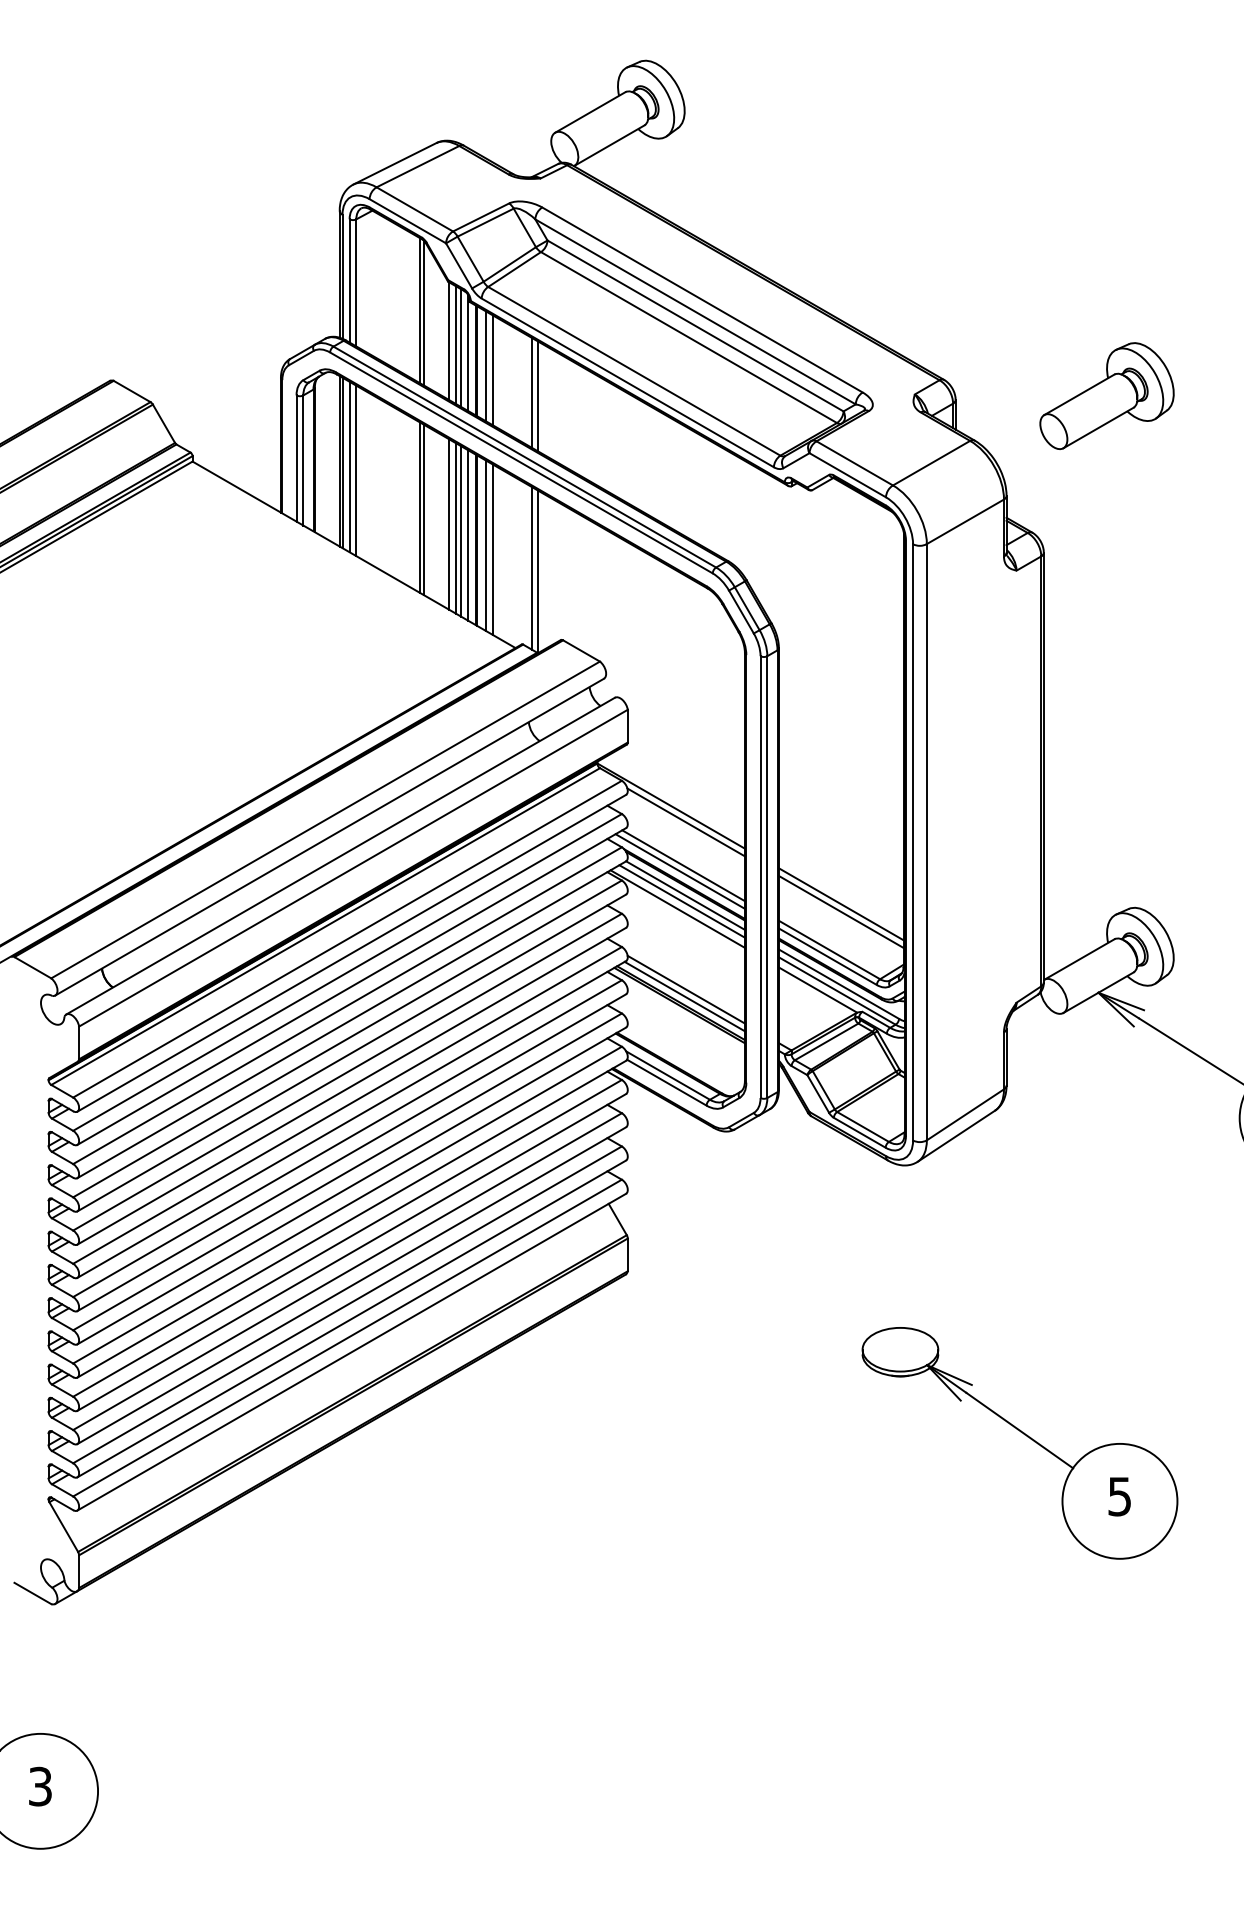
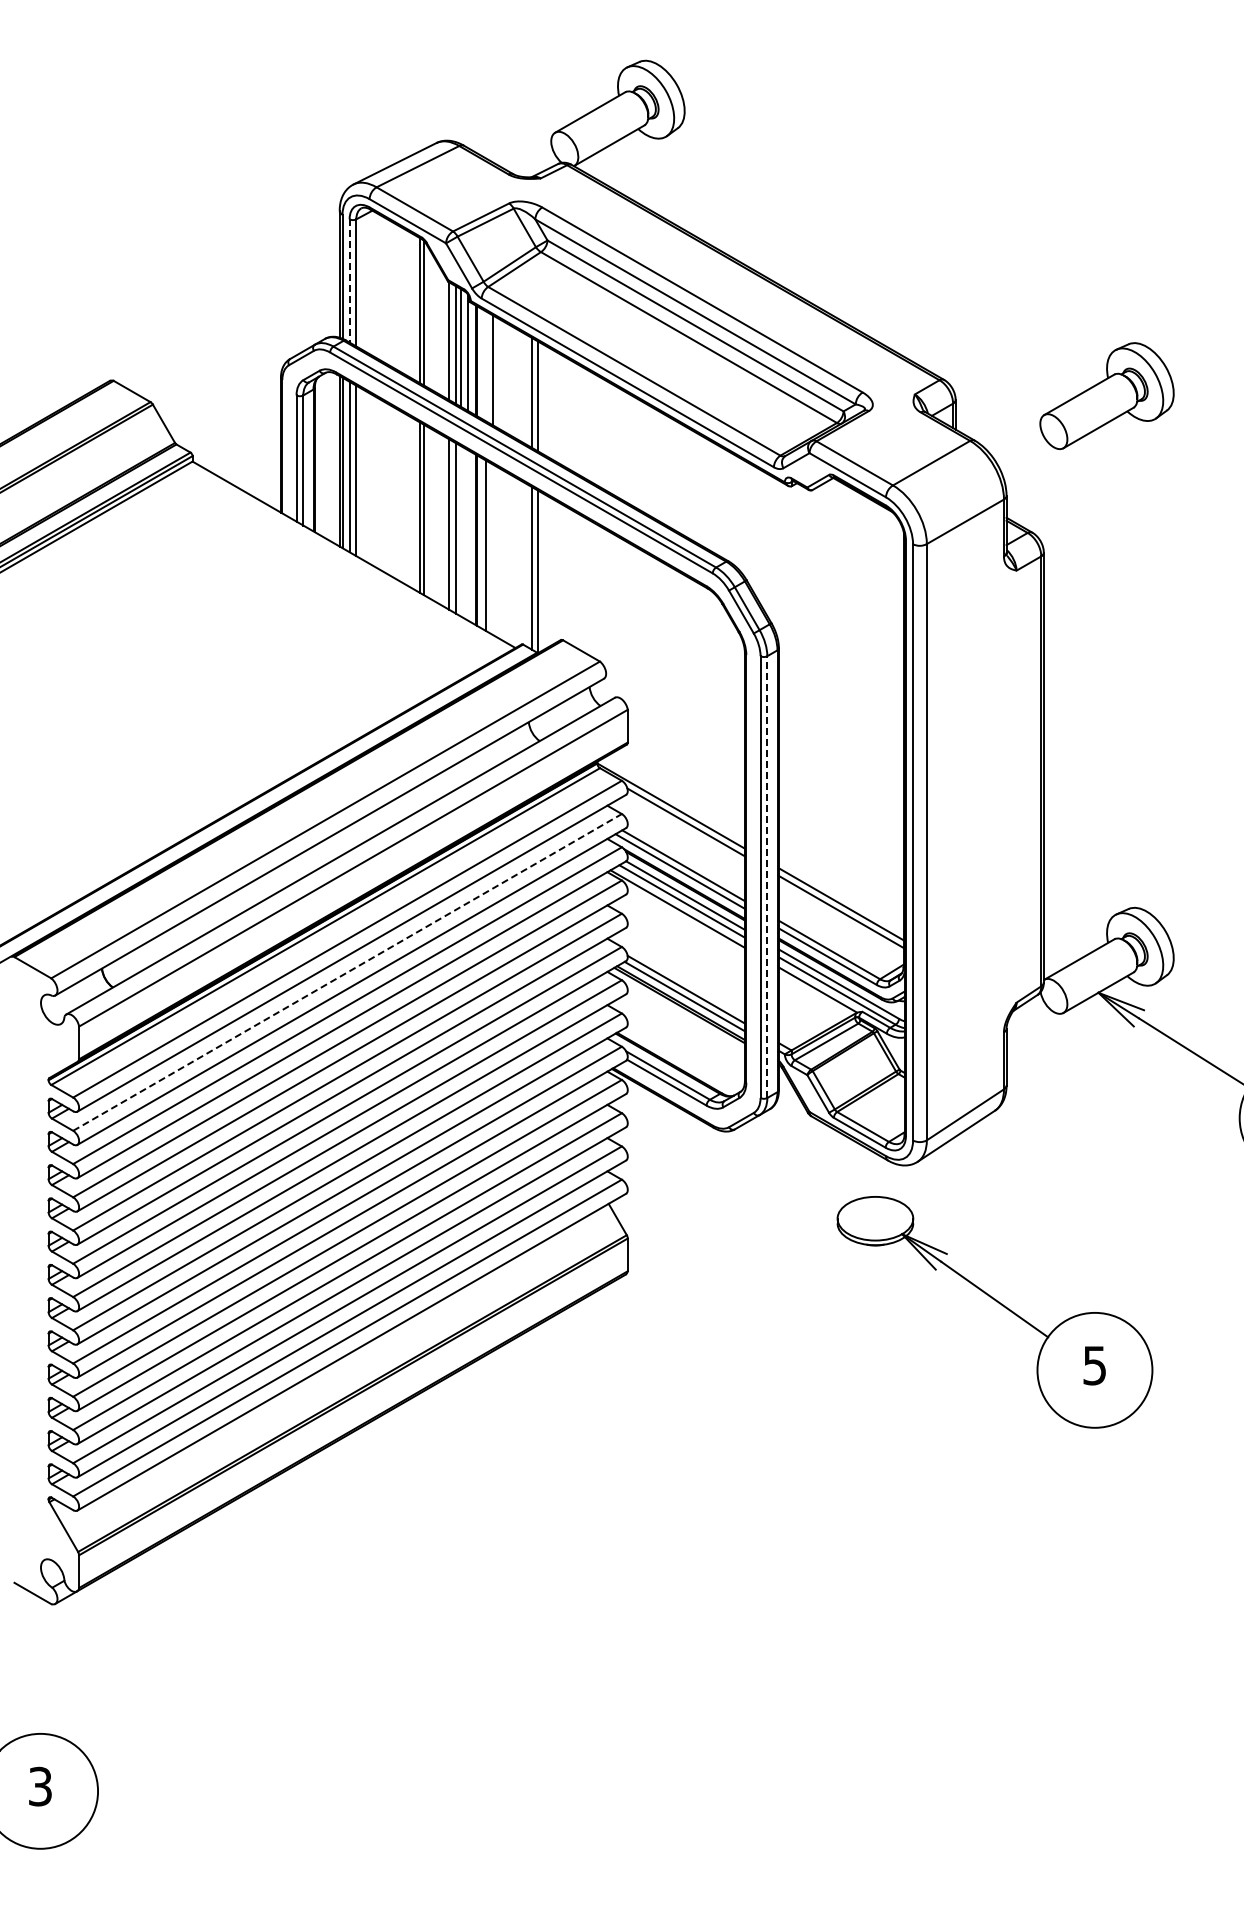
line at (349, 280): solid -> dashed
line at (486, 366): present -> none
line at (461, 531): present -> none
line at (467, 535): present -> none
line at (492, 549): present -> none
line at (767, 877): solid -> dashed
line at (347, 972): solid -> dashed
part at (1024, 1435) position: (1024, 1435) -> (999, 1304)
